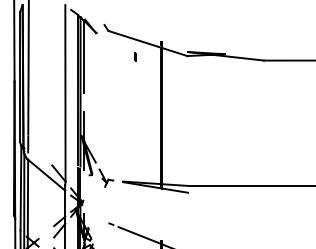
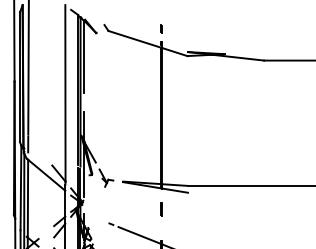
part at (135, 56) position: (135, 56) -> (161, 28)
line at (84, 184): none -> present
line at (161, 209): none -> present
